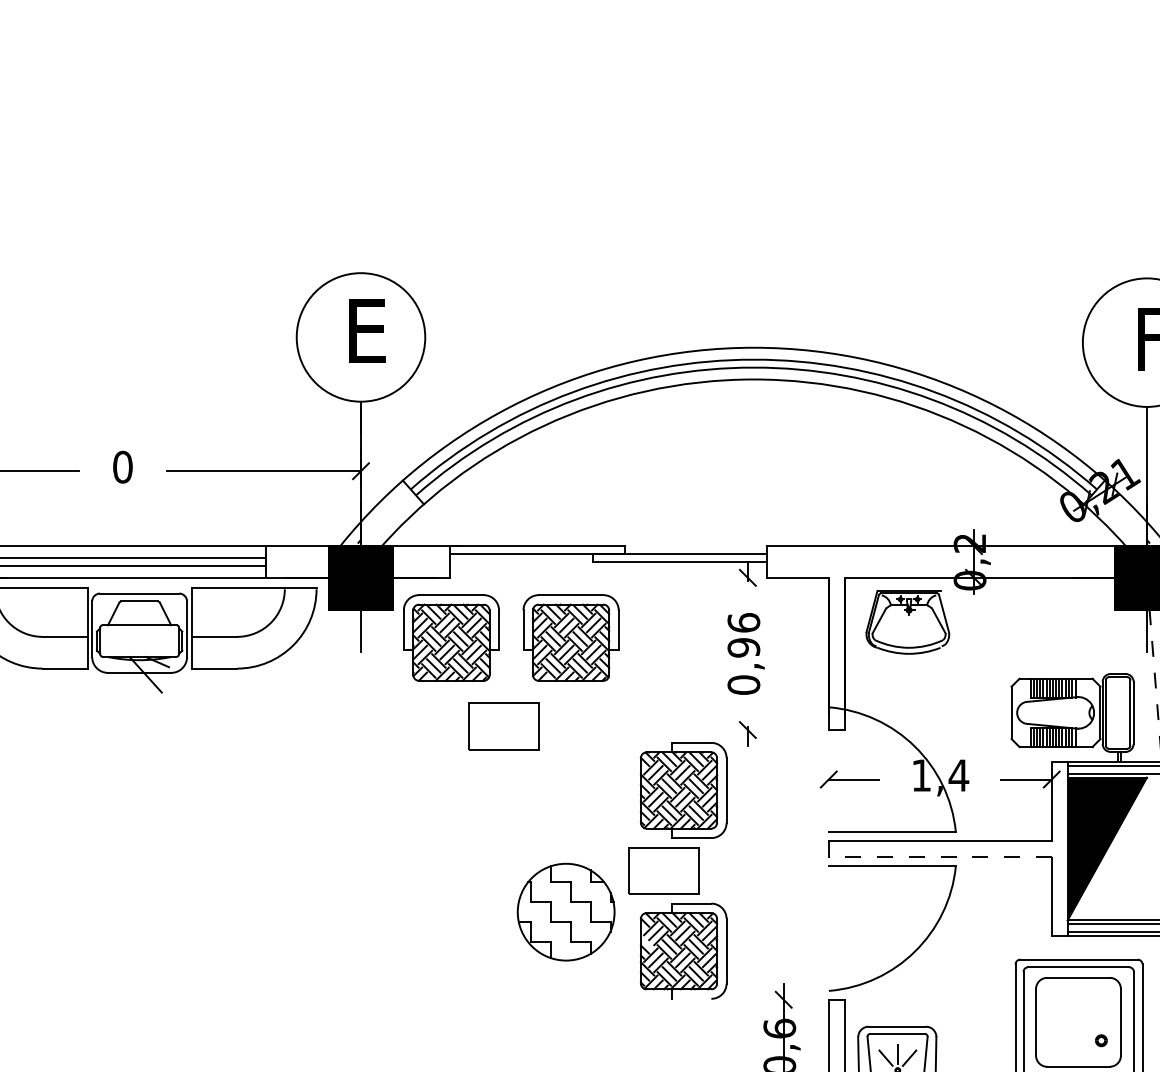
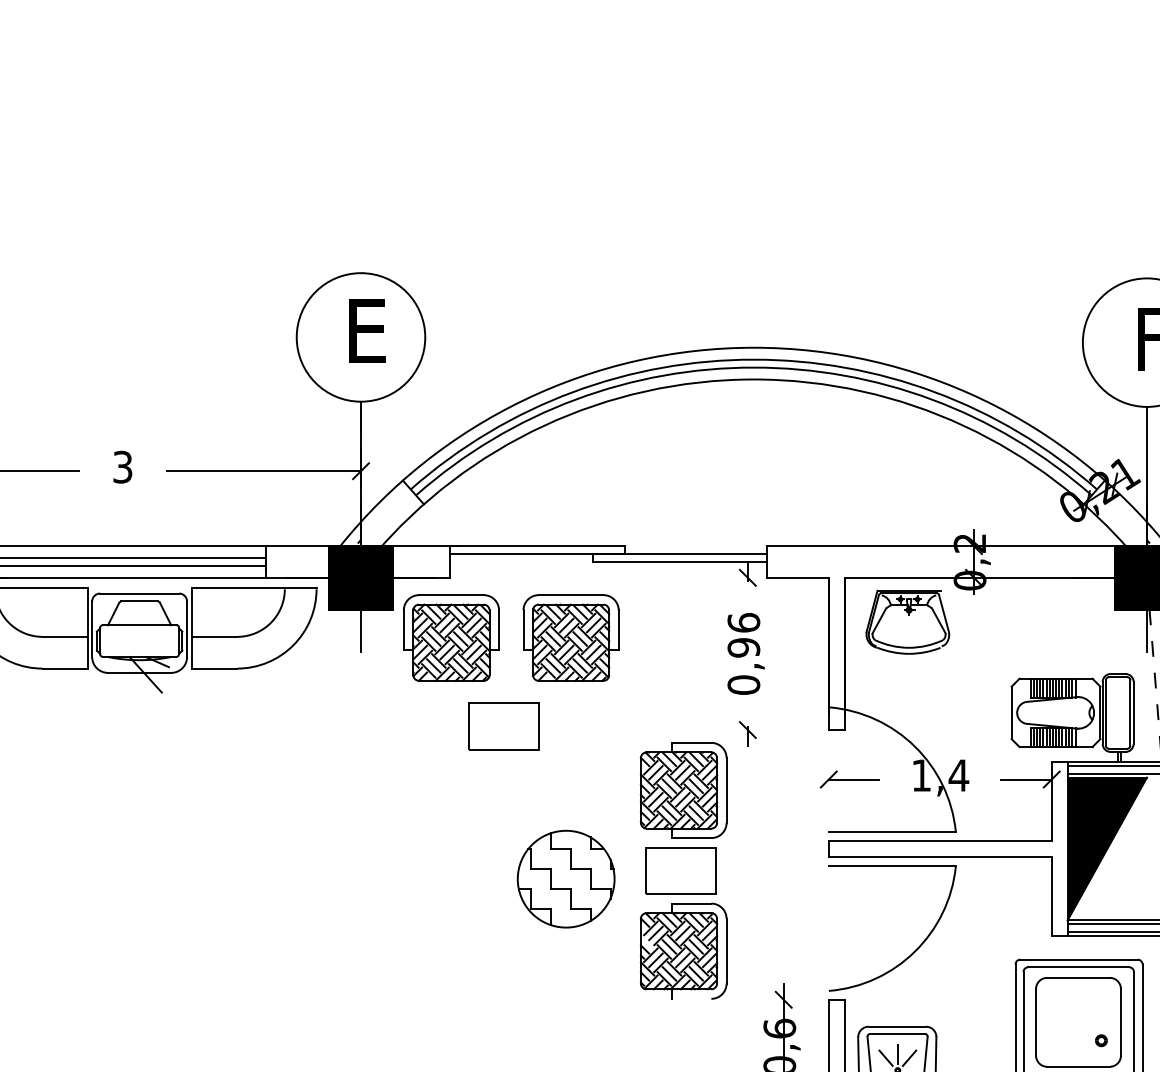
text at (122, 466): 0 -> 3
line at (939, 856): dashed -> solid
part at (663, 870) position: (663, 870) -> (680, 870)
part at (565, 911) position: (565, 911) -> (565, 878)
